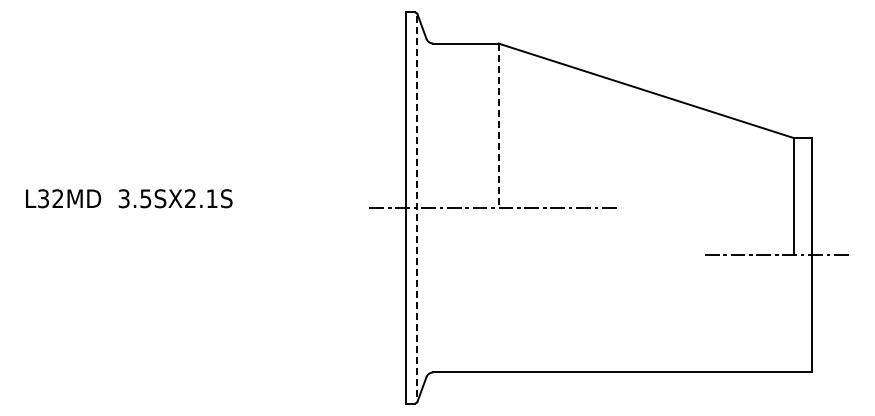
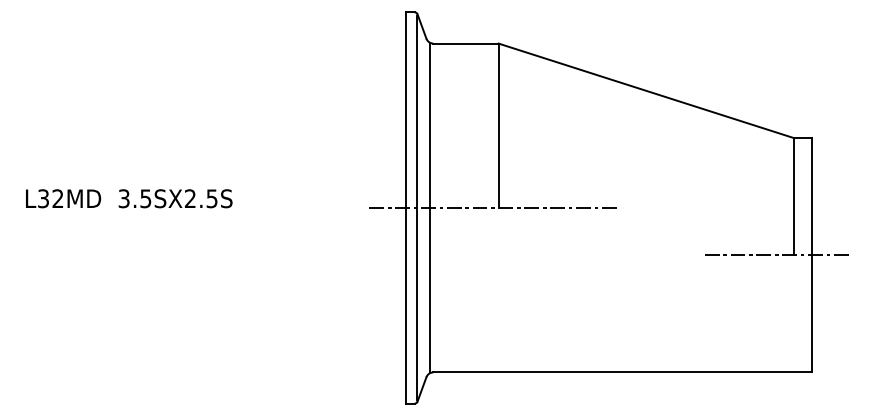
line at (498, 126): dashed -> solid
text at (211, 198): 3.5SX2.1S -> 3.5SX2.5S
line at (430, 207): none -> present
line at (416, 208): dashed -> solid
